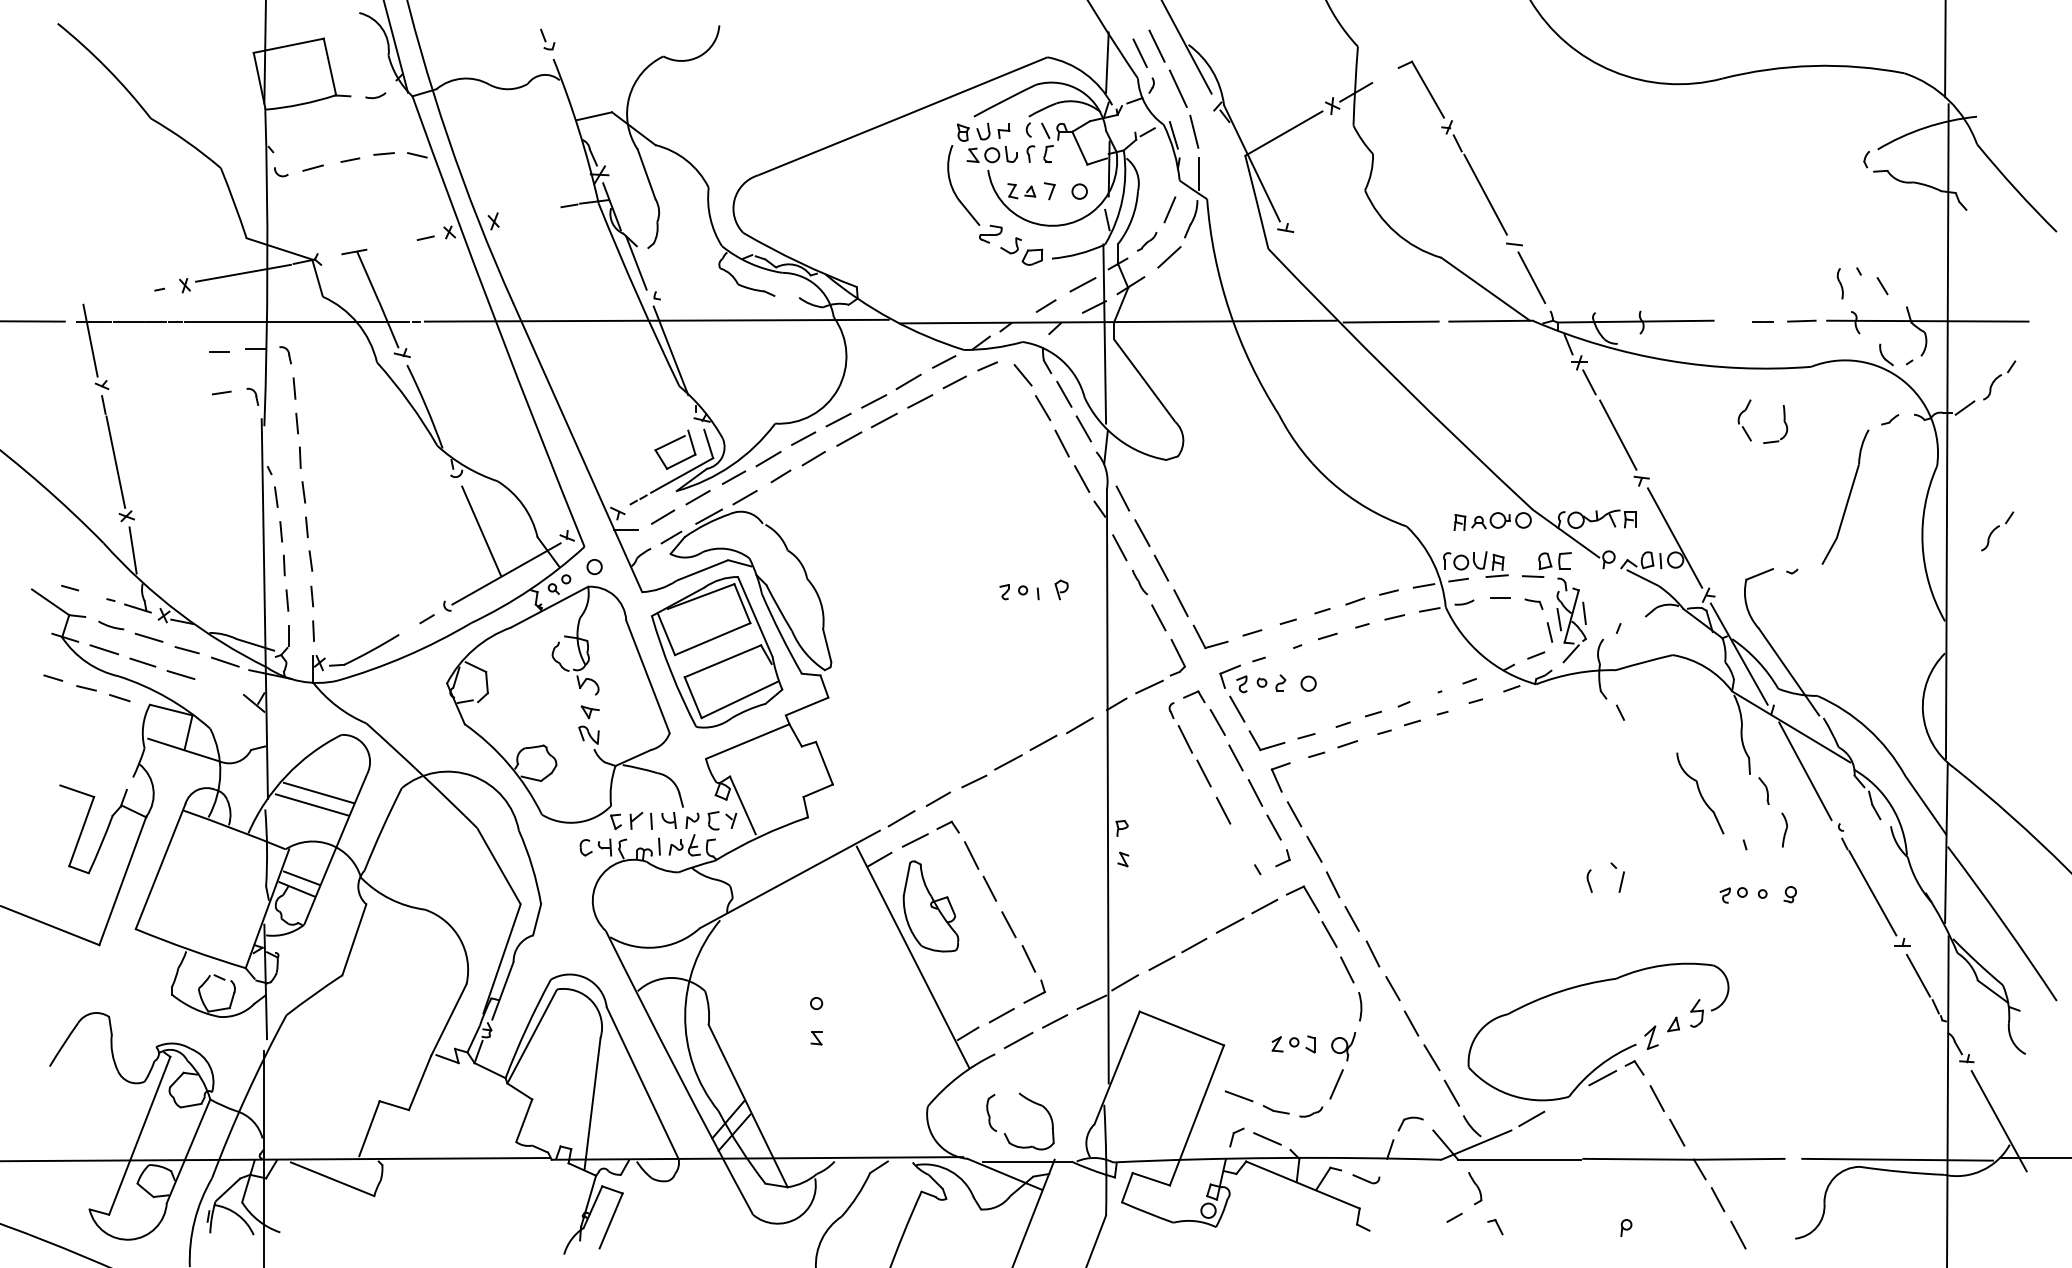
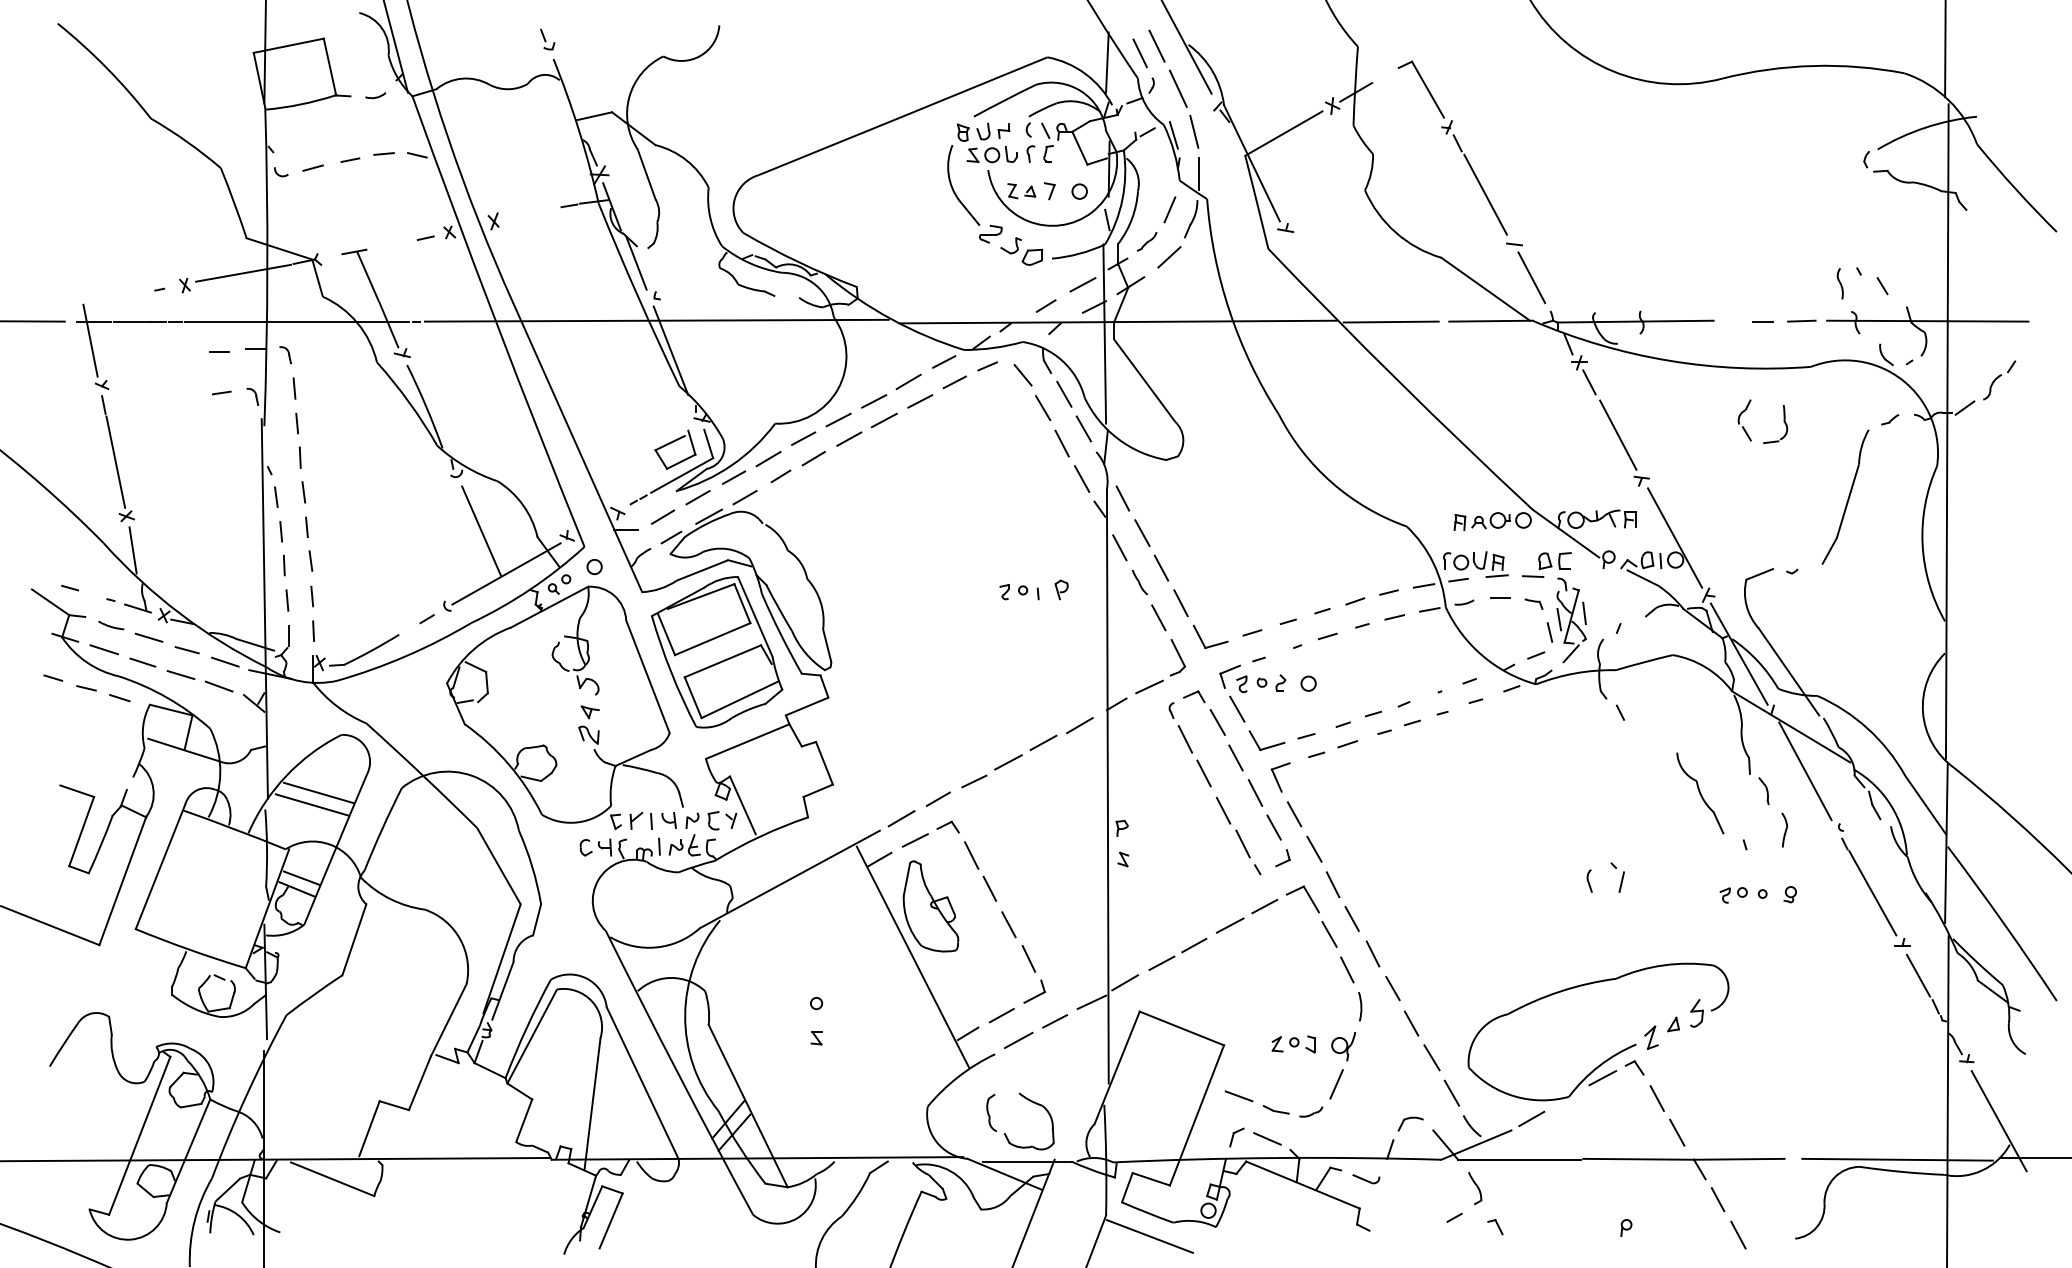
part at (1997, 531): present -> none
line at (218, 686): none -> present
line at (1242, 843): none -> present
line at (1149, 1236): none -> present
